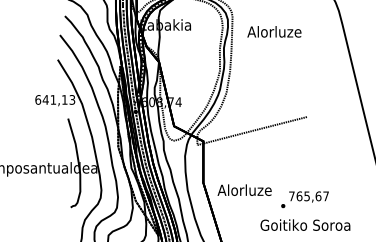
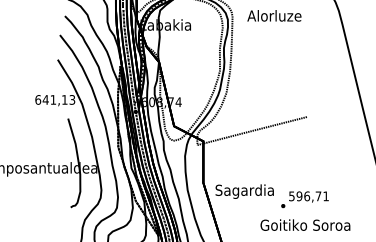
text at (274, 31) position: (274, 31) -> (274, 15)
text at (244, 191): Alorluze -> Sagardia
text at (308, 196): 765,67 -> 596,71
